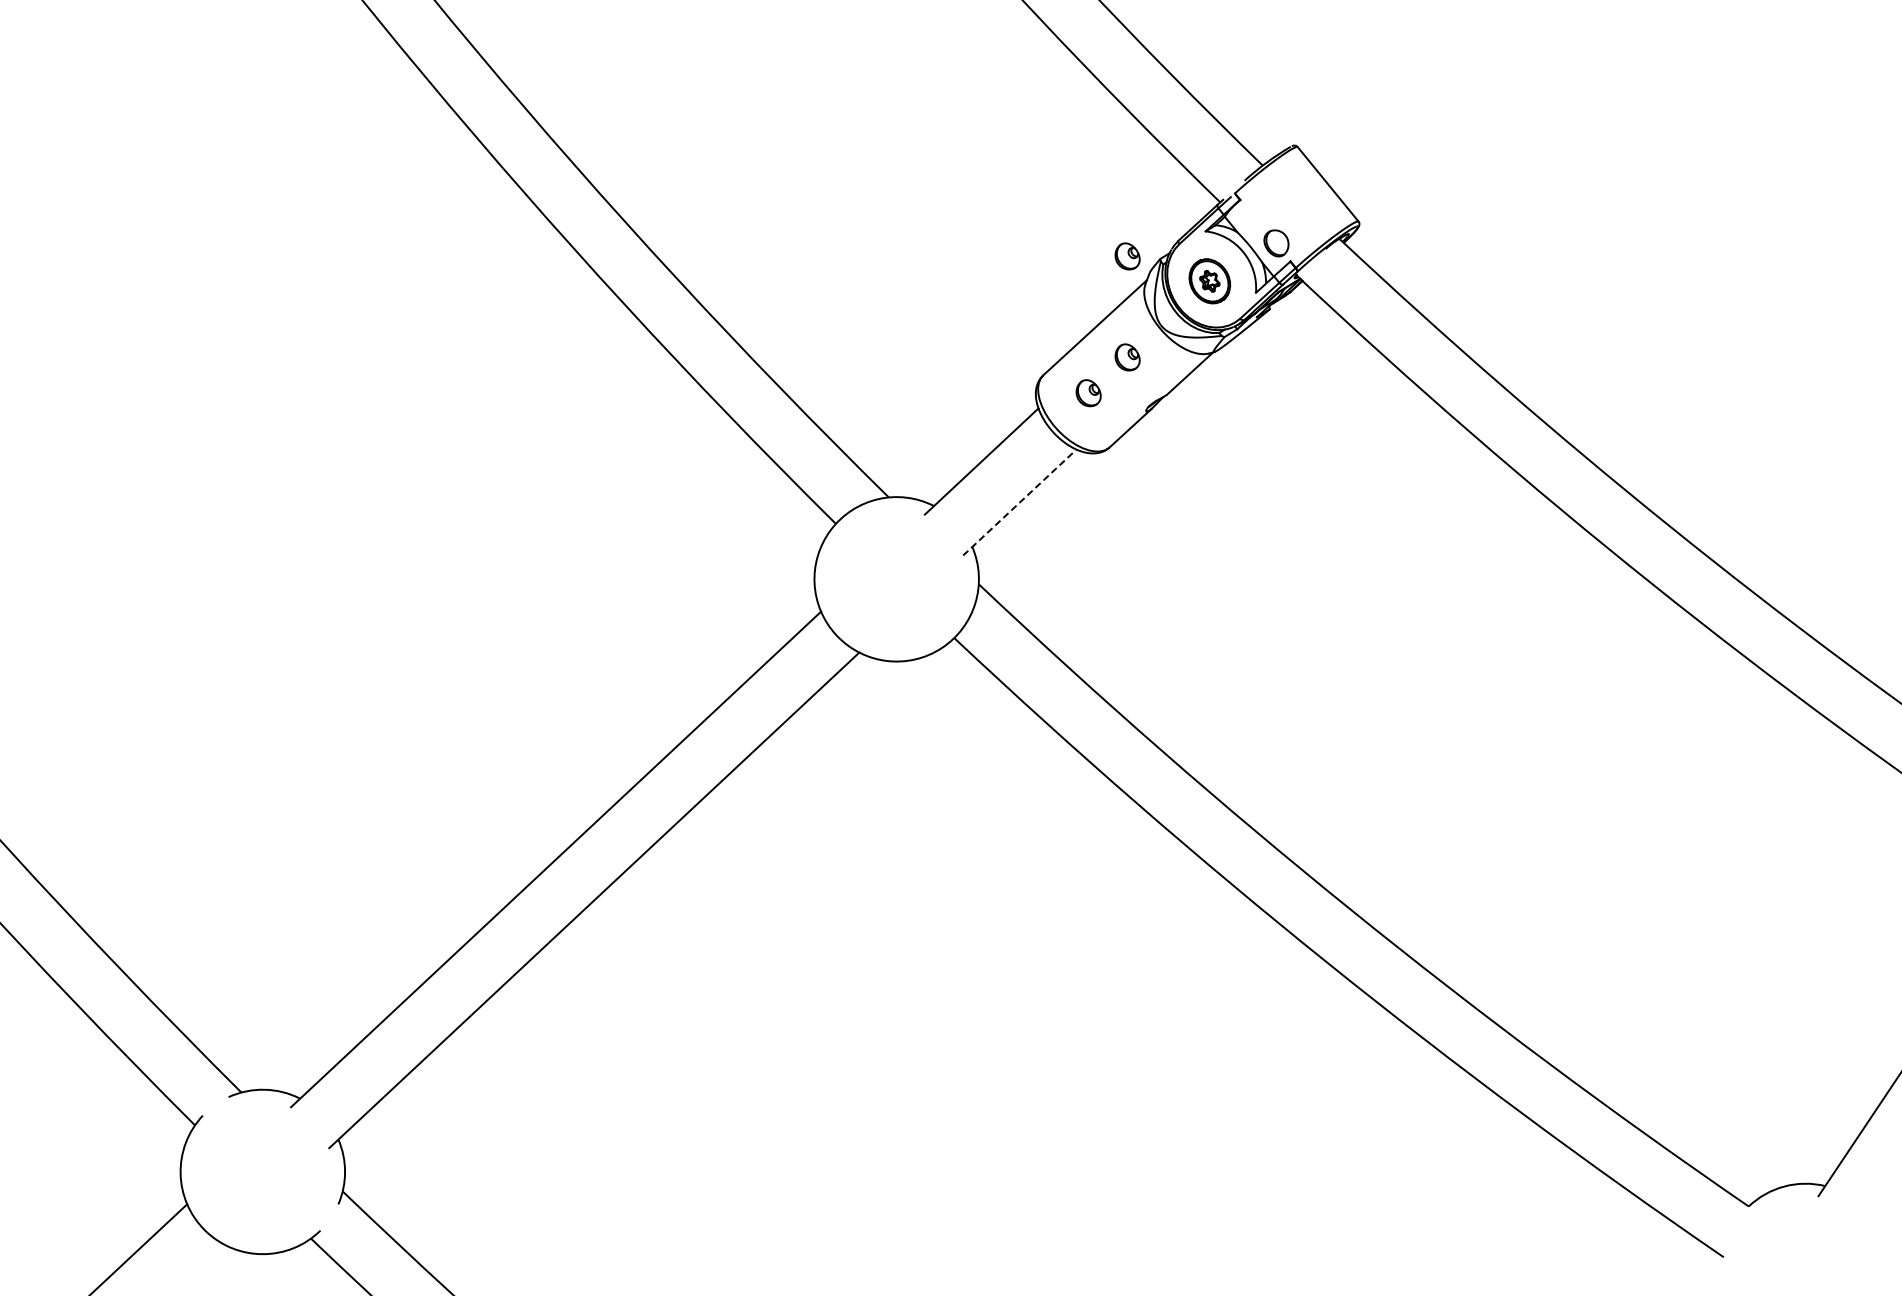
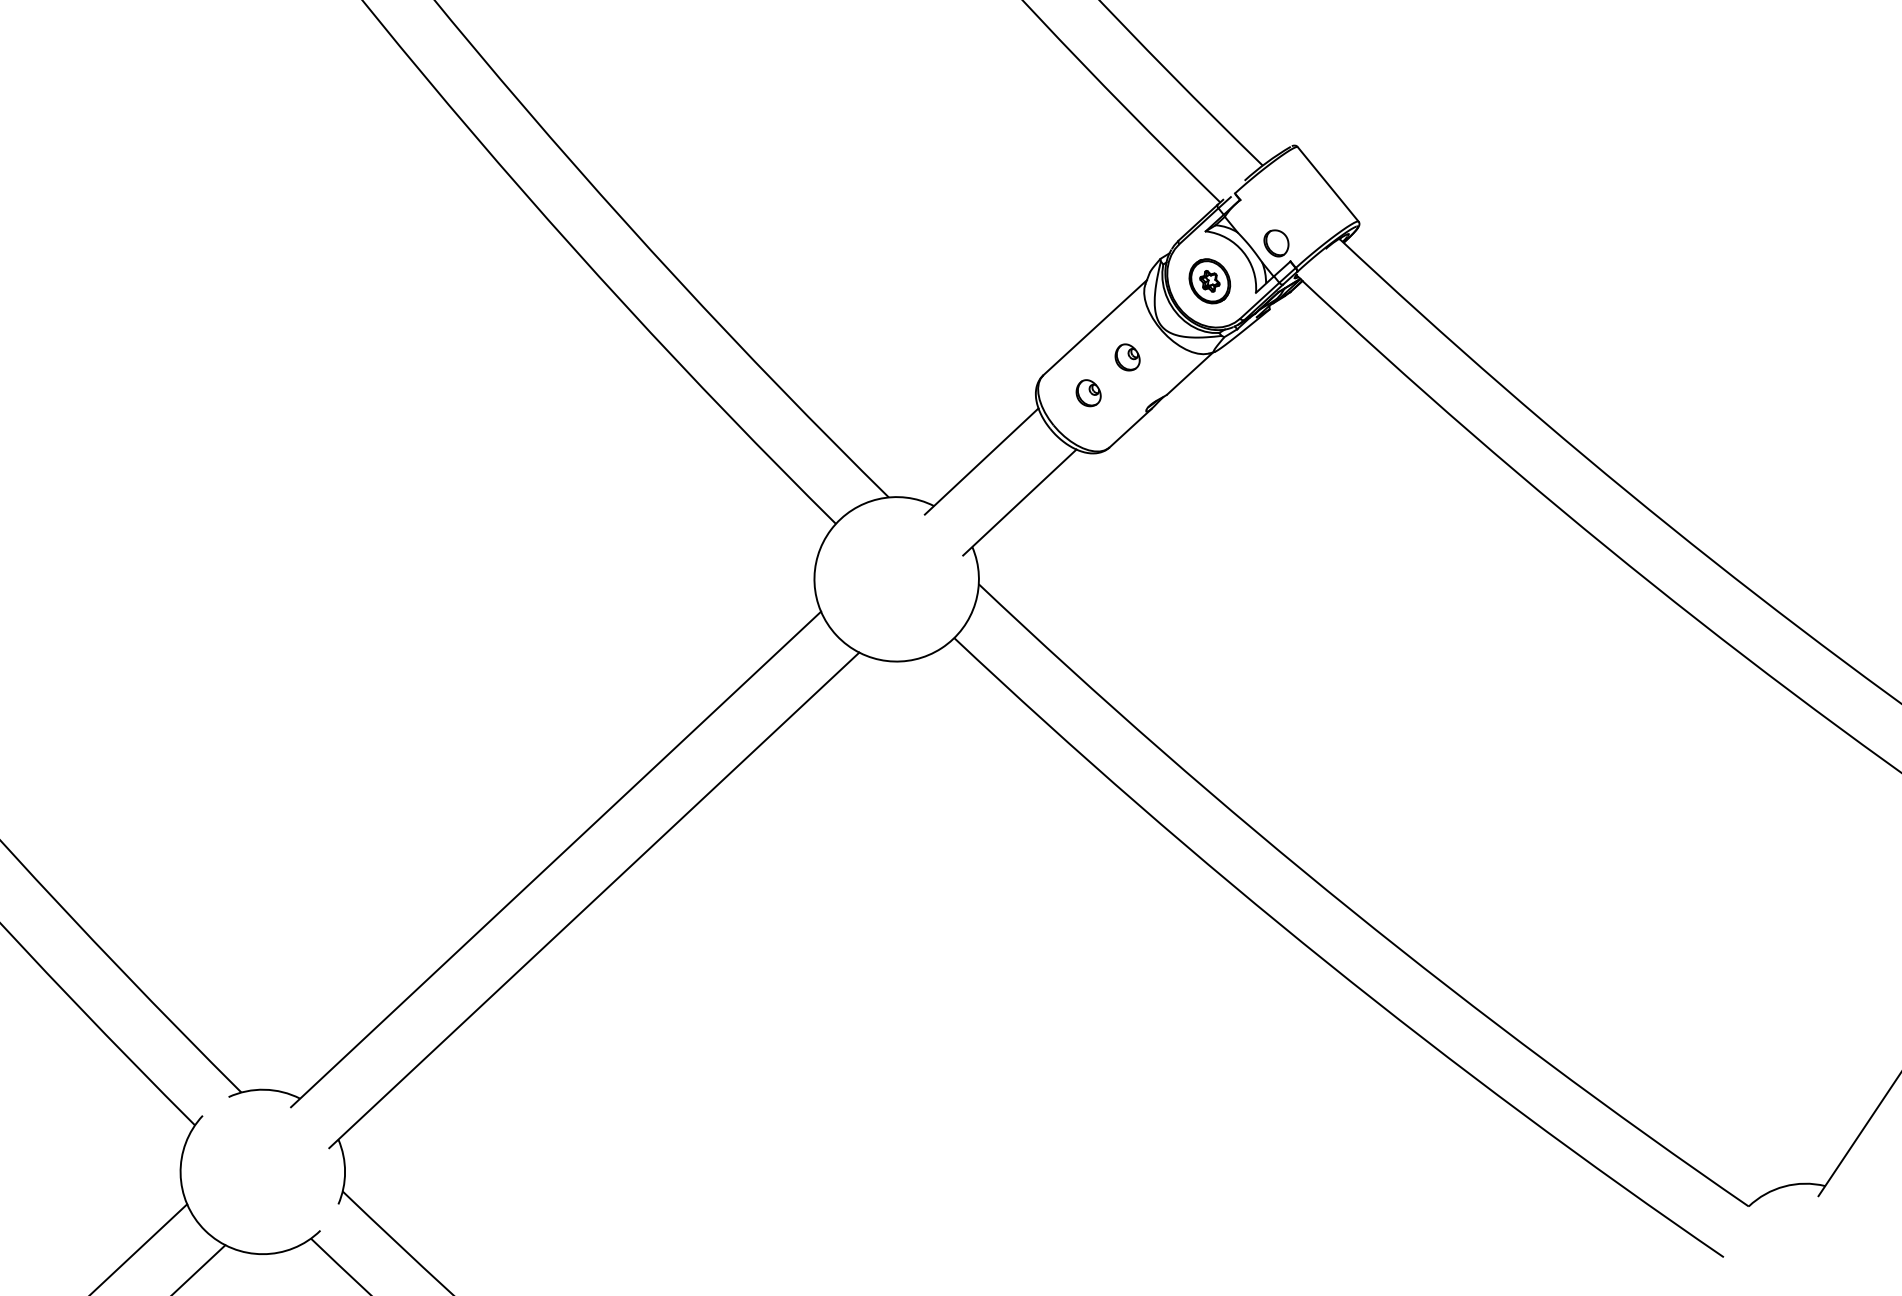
part at (1127, 256): present -> none
line at (1019, 502): dashed -> solid
line at (200, 1268): none -> present
